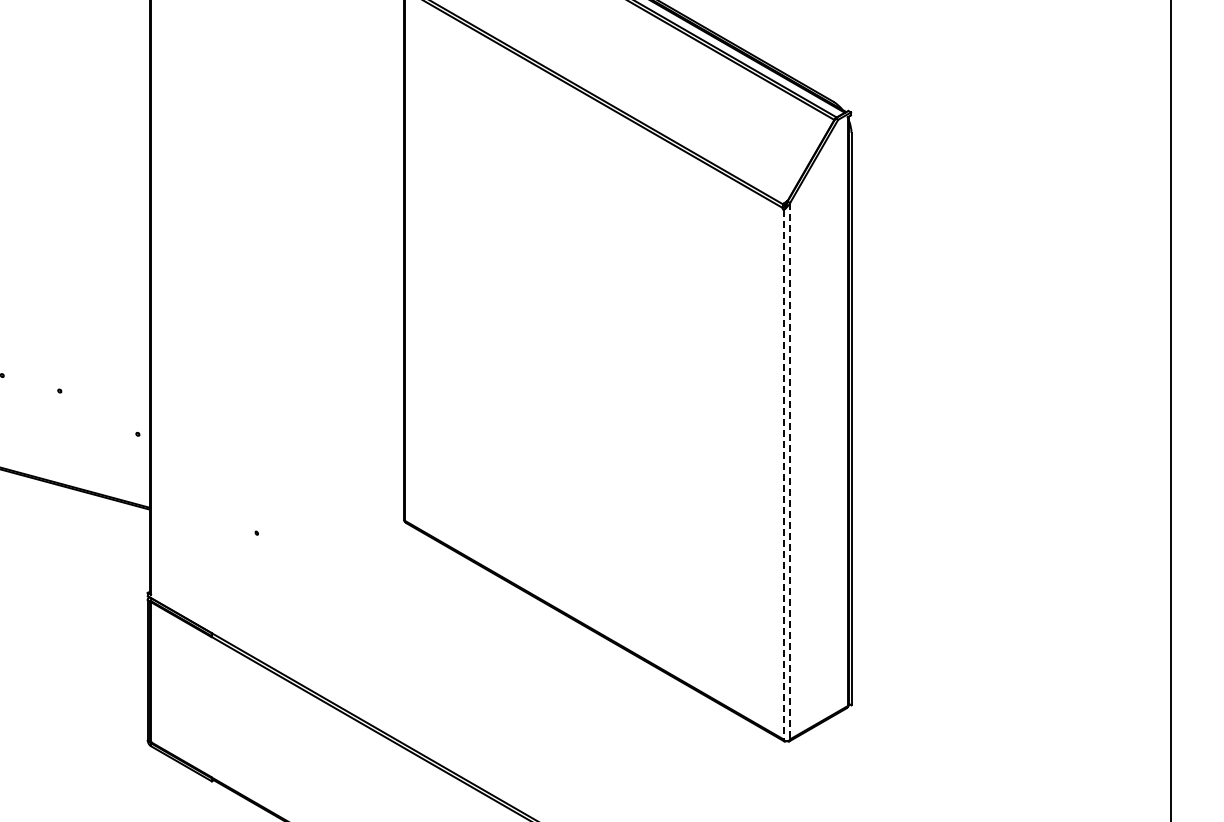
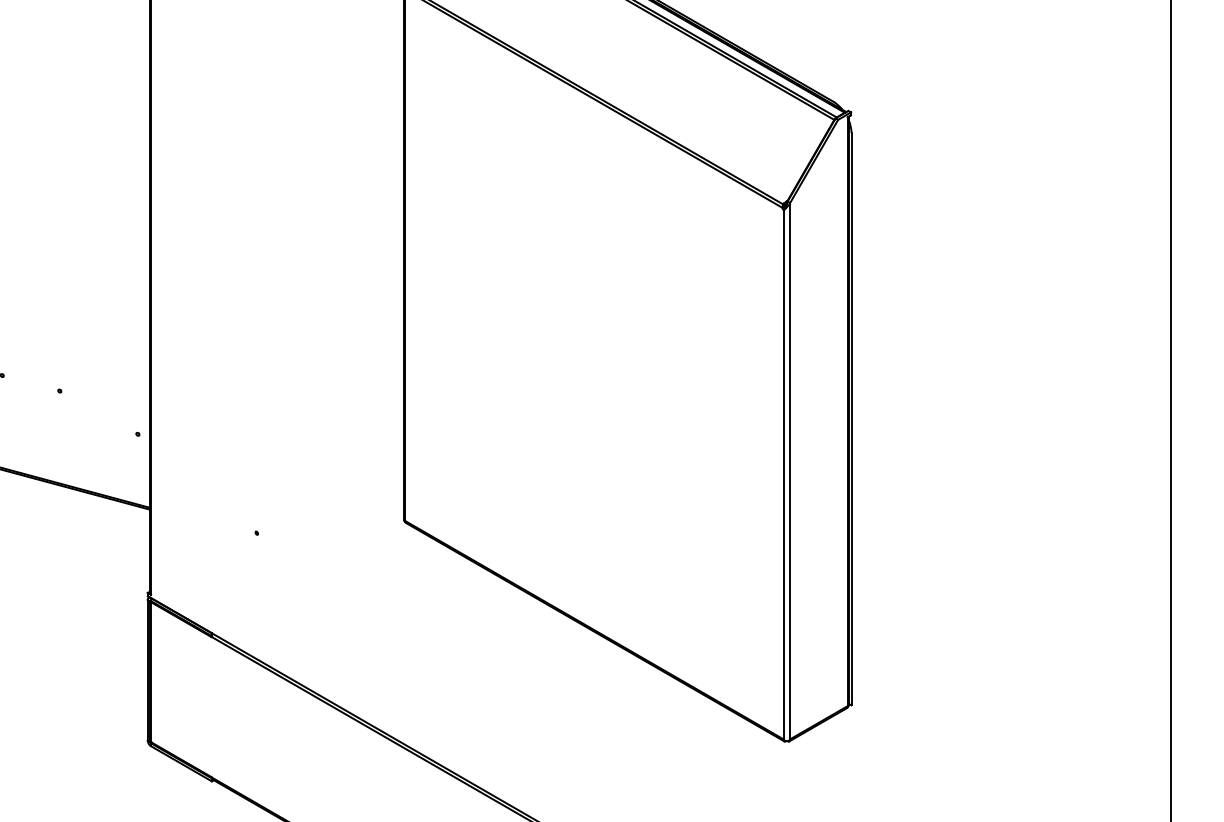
line at (790, 471): dashed -> solid
line at (783, 474): dashed -> solid
